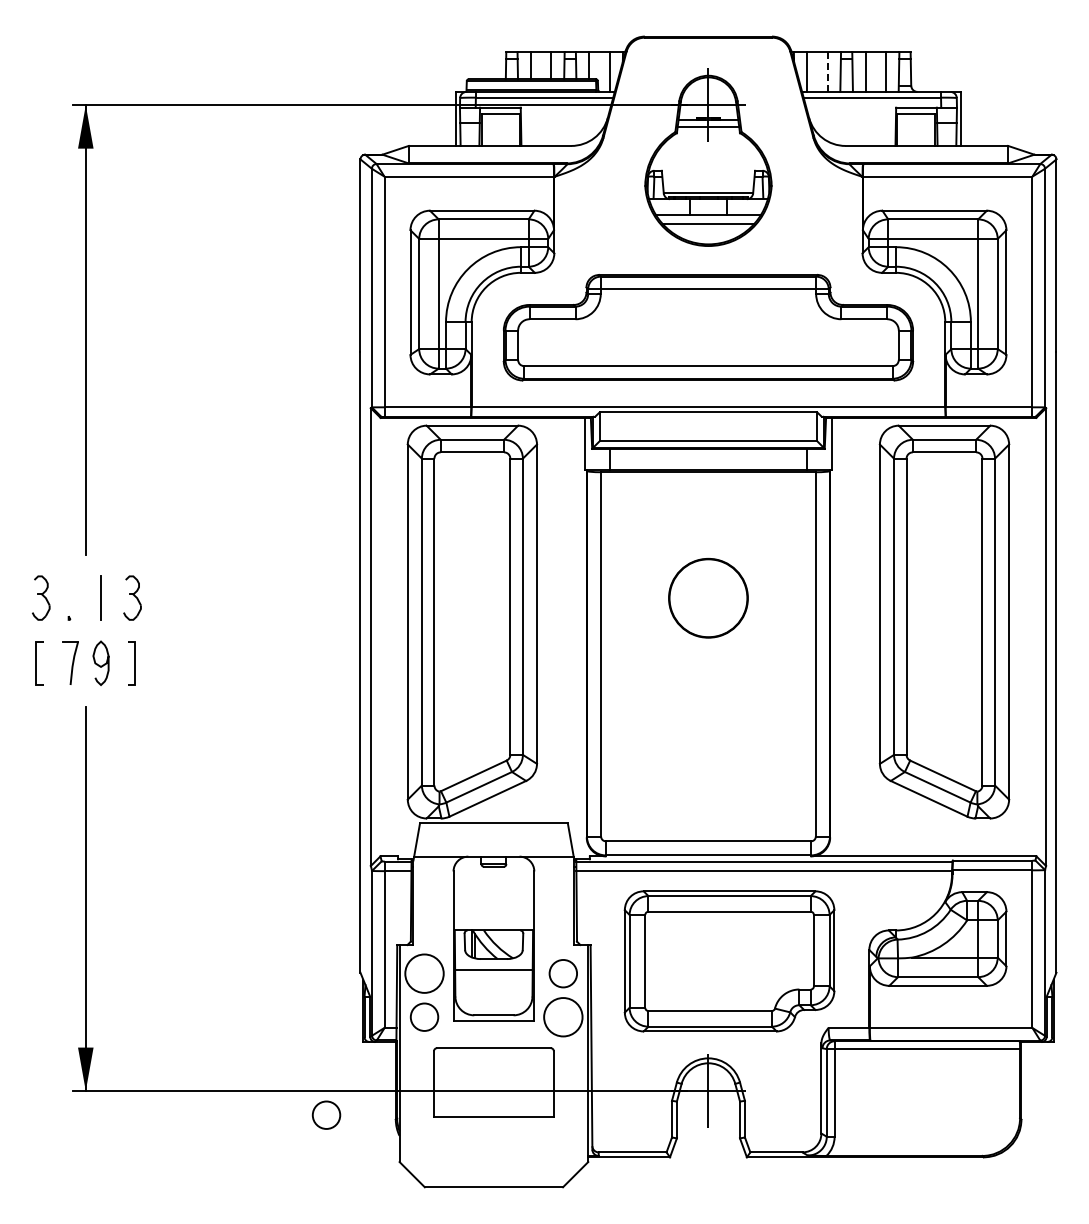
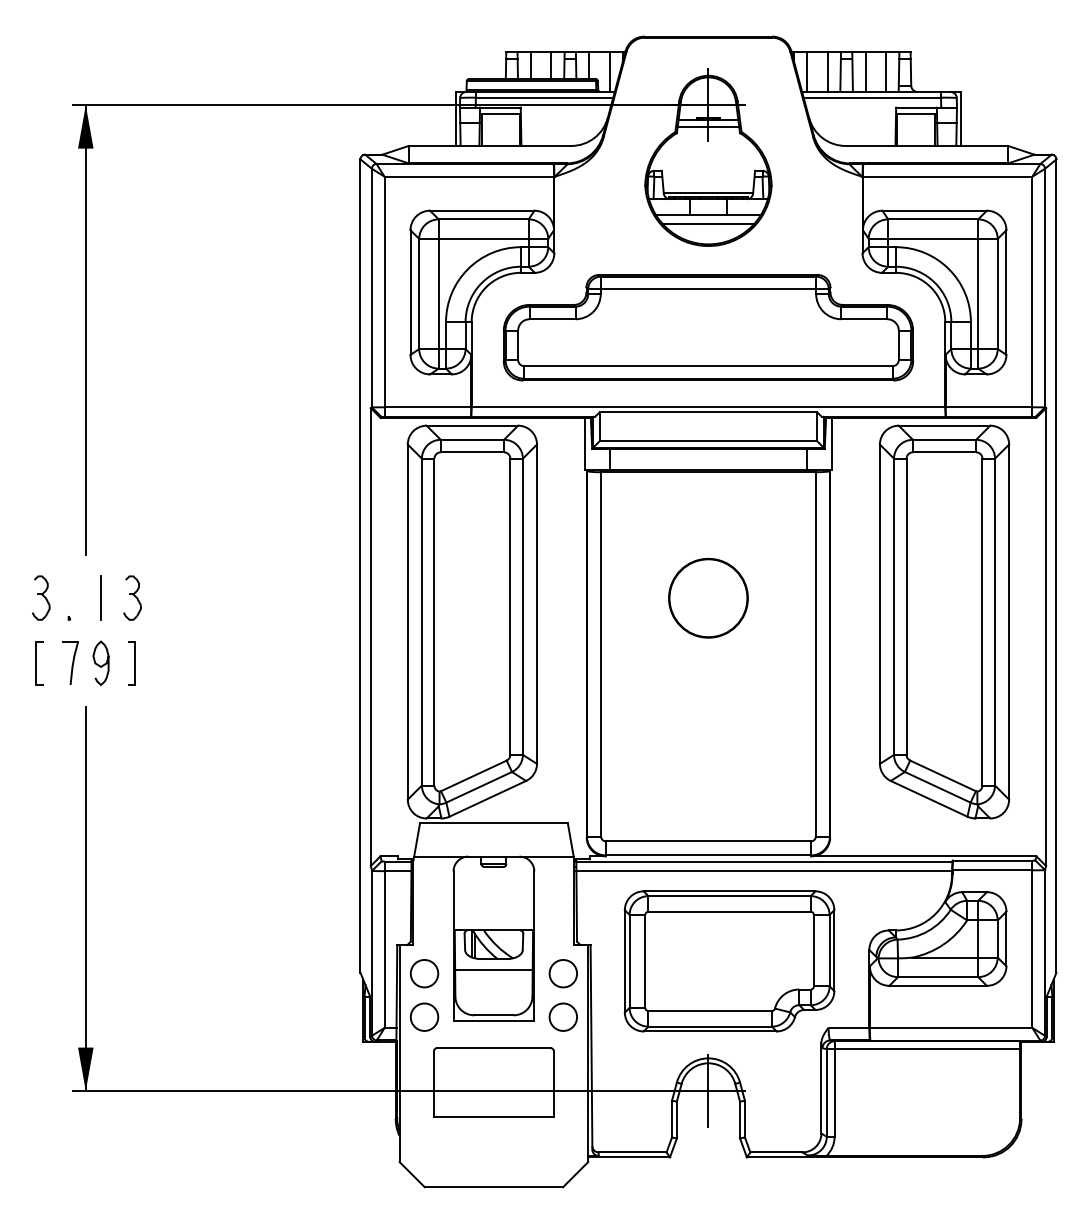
line at (827, 72): dashed -> solid
circle at (424, 973) diameter: 38 px -> 27 px
circle at (563, 1017) diameter: 38 px -> 27 px
circle at (326, 1114): present -> none
